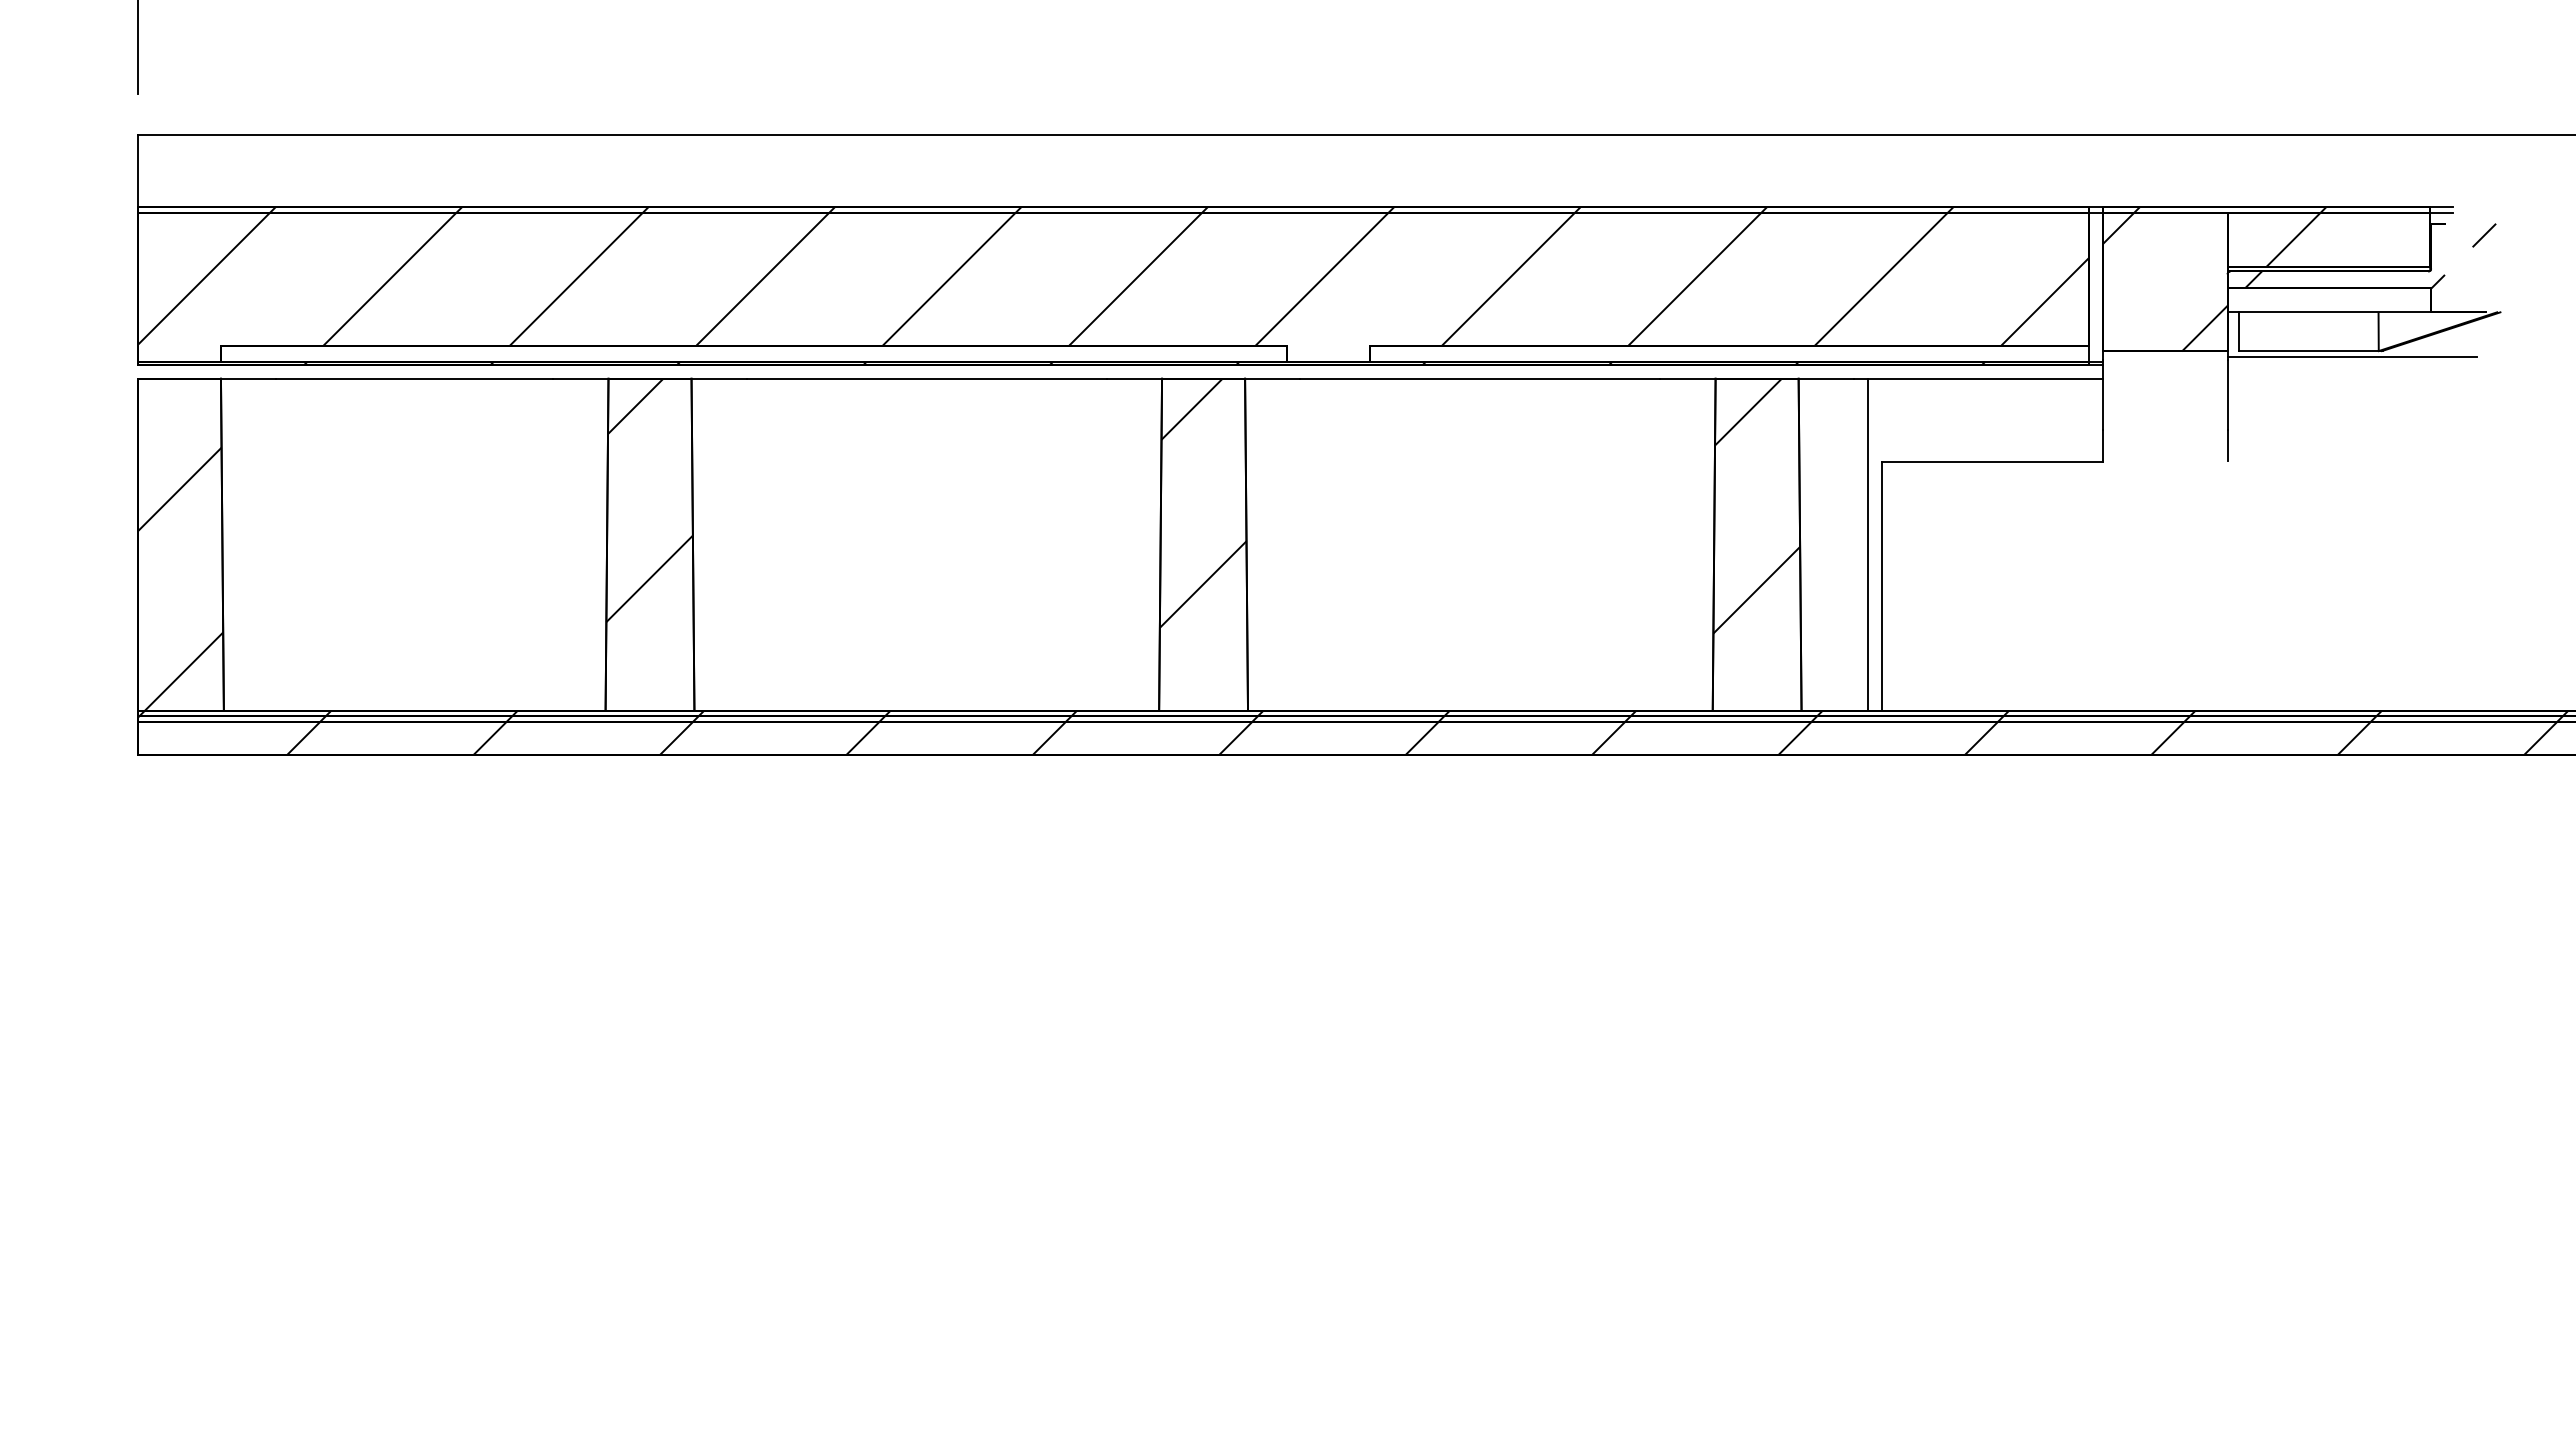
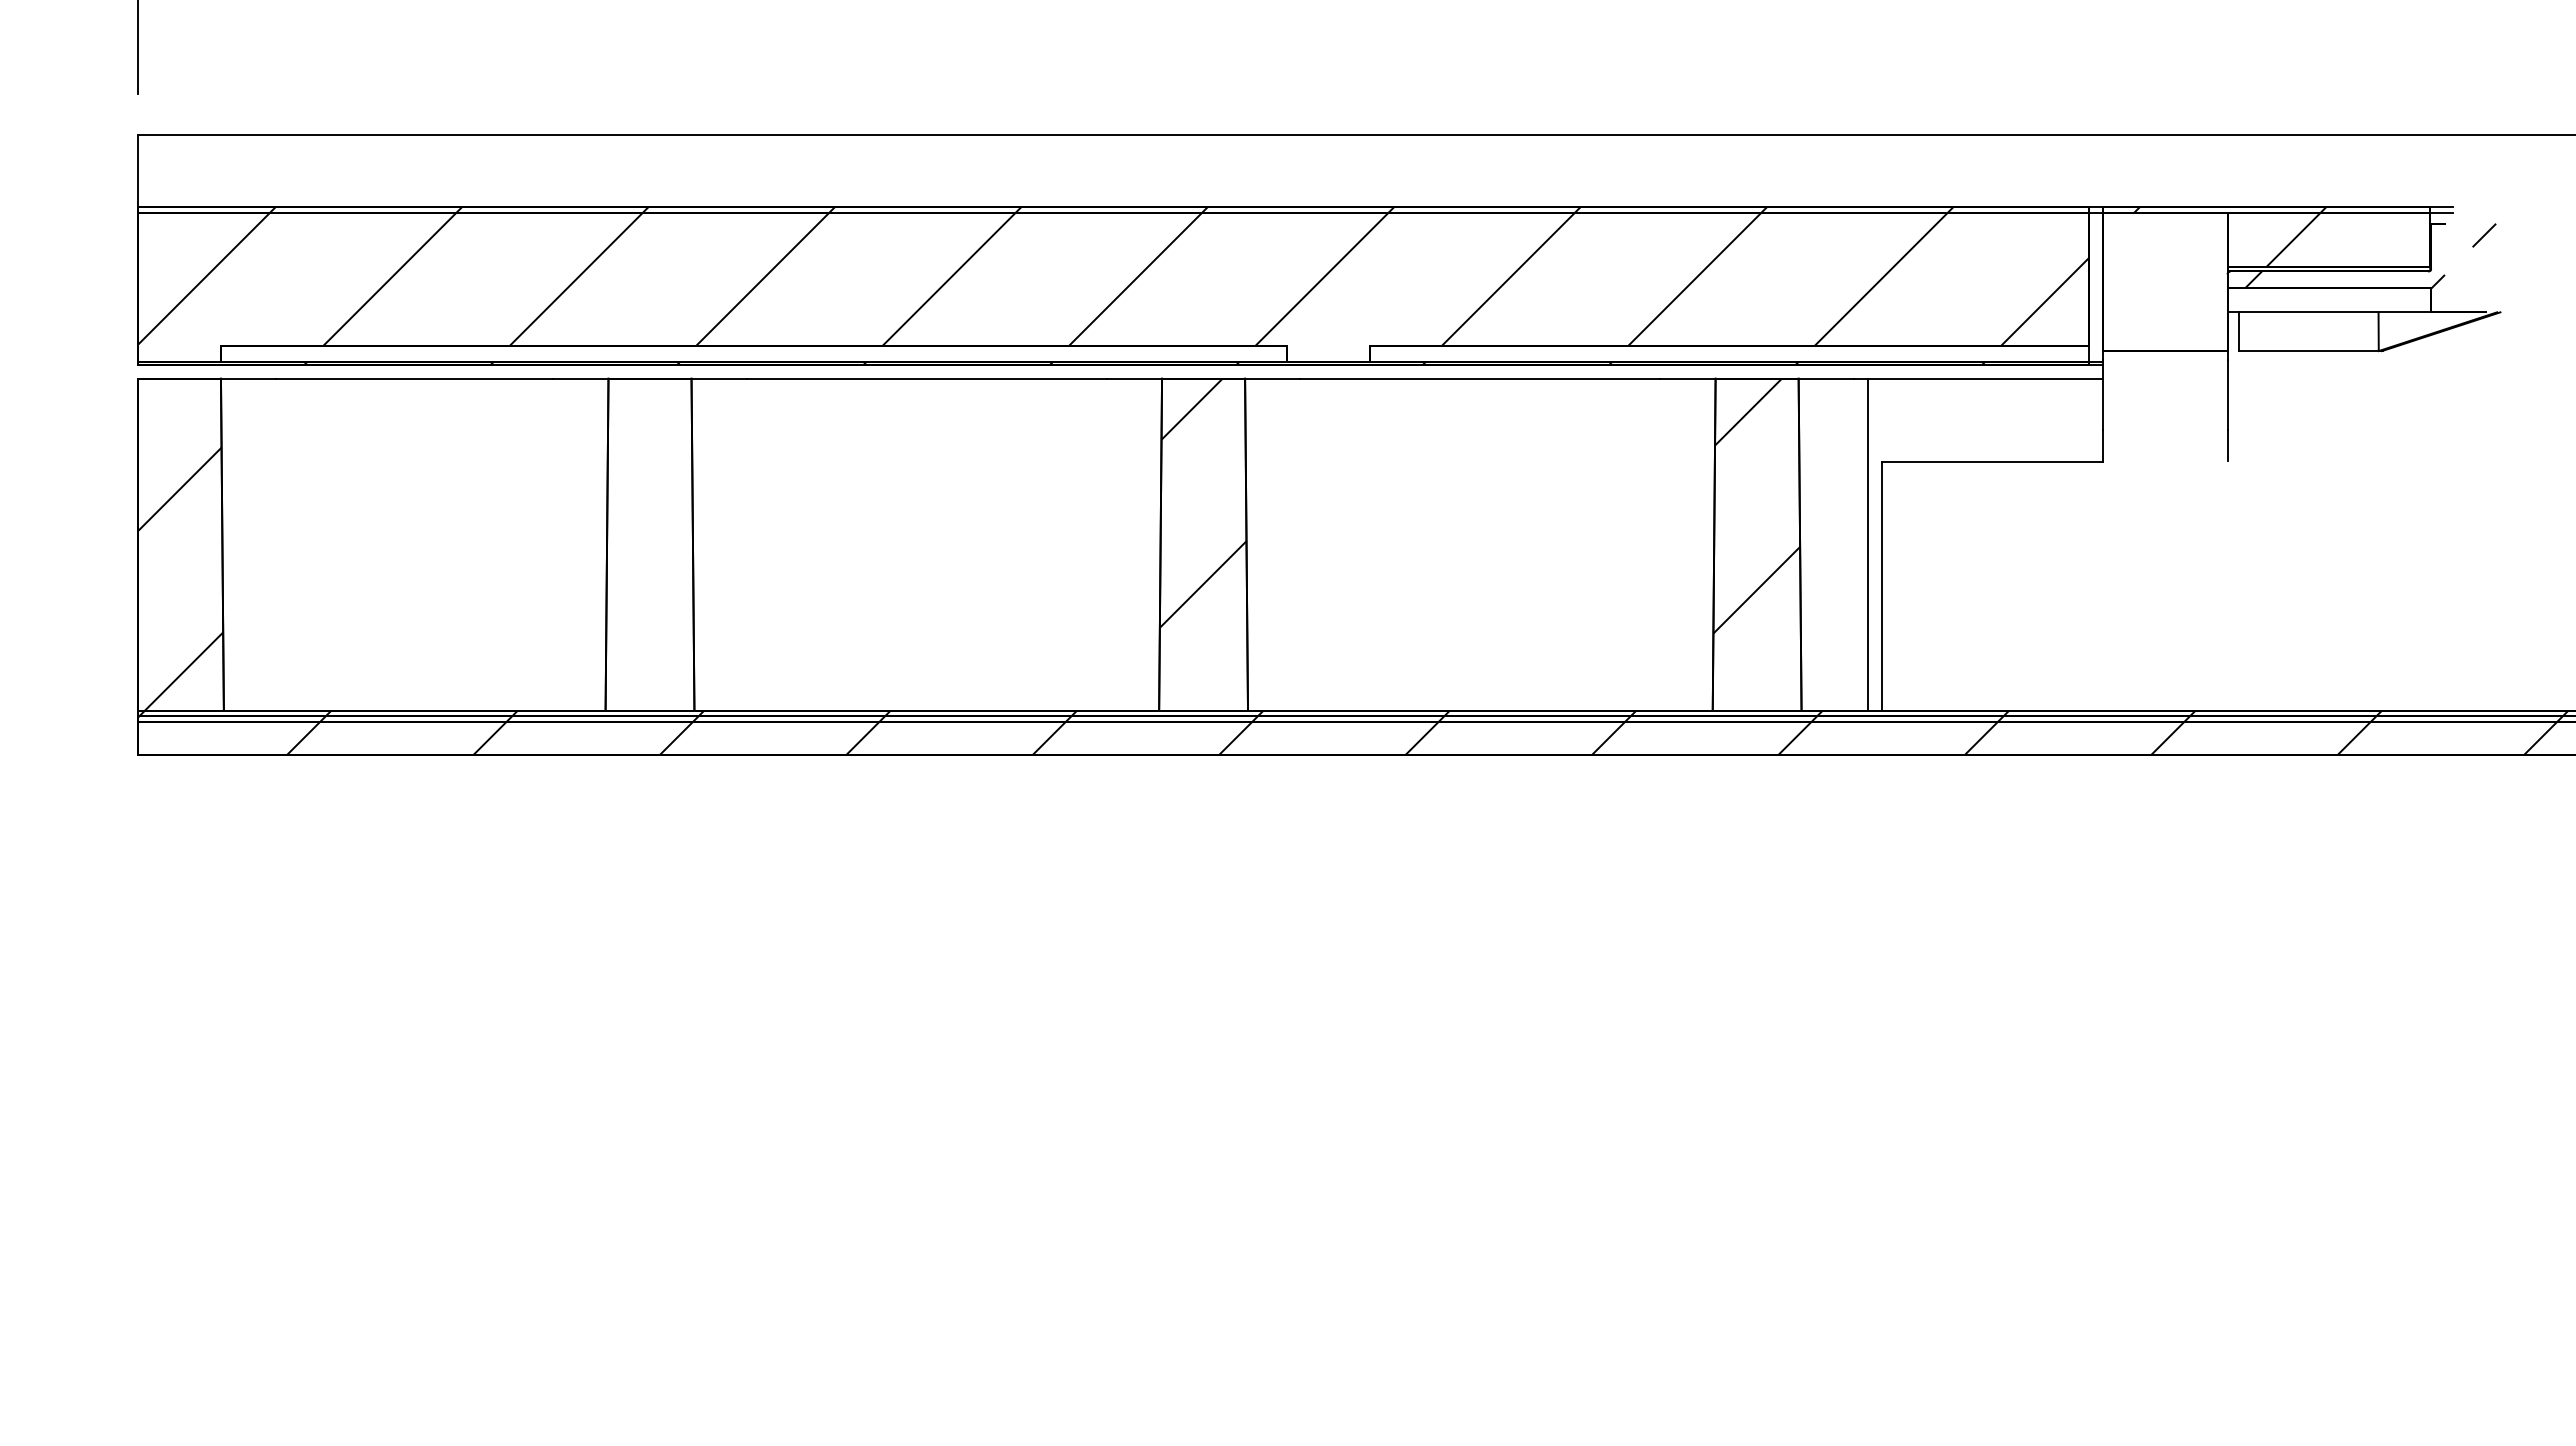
hatch at (2165, 281): present -> none
line at (2351, 356): present -> none
hatch at (649, 500): present -> none
